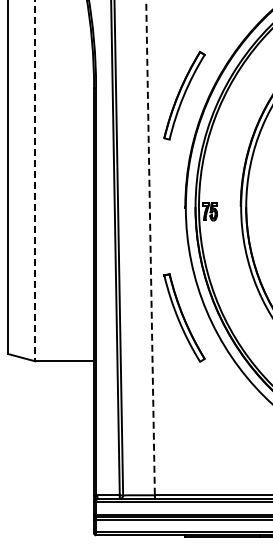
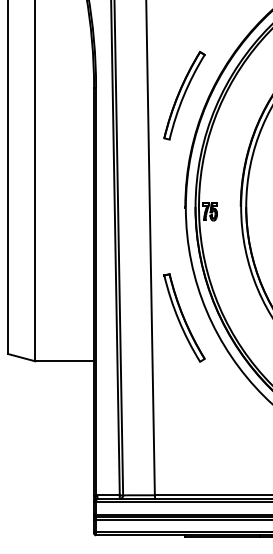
line at (35, 181): dashed -> solid
line at (150, 248): dashed -> solid
